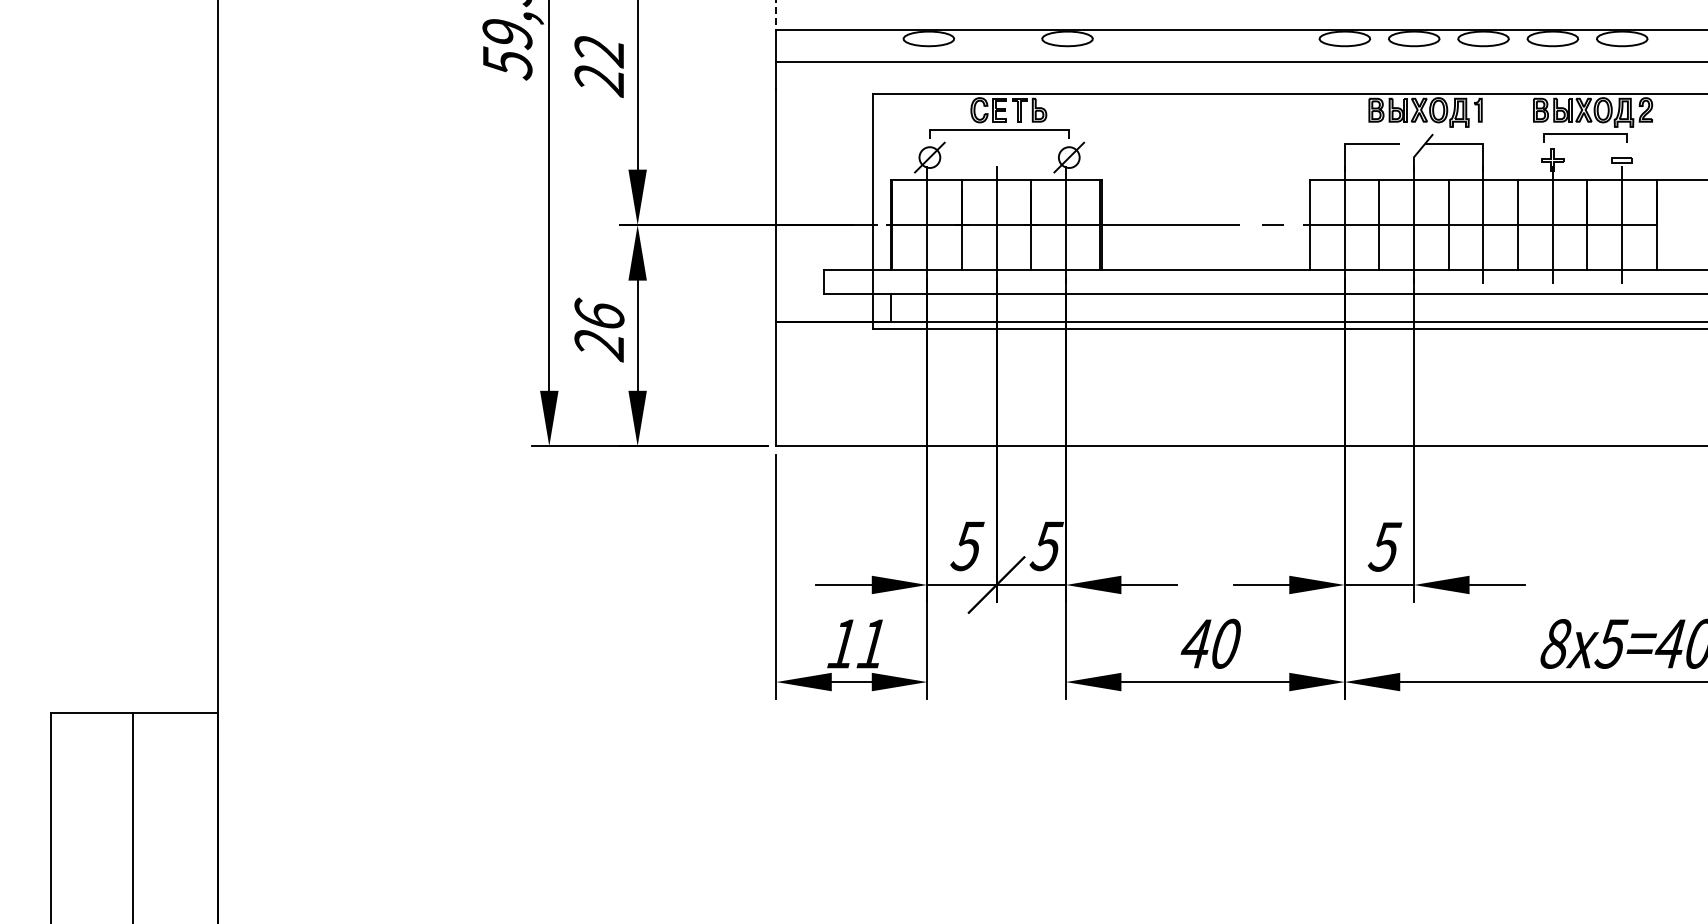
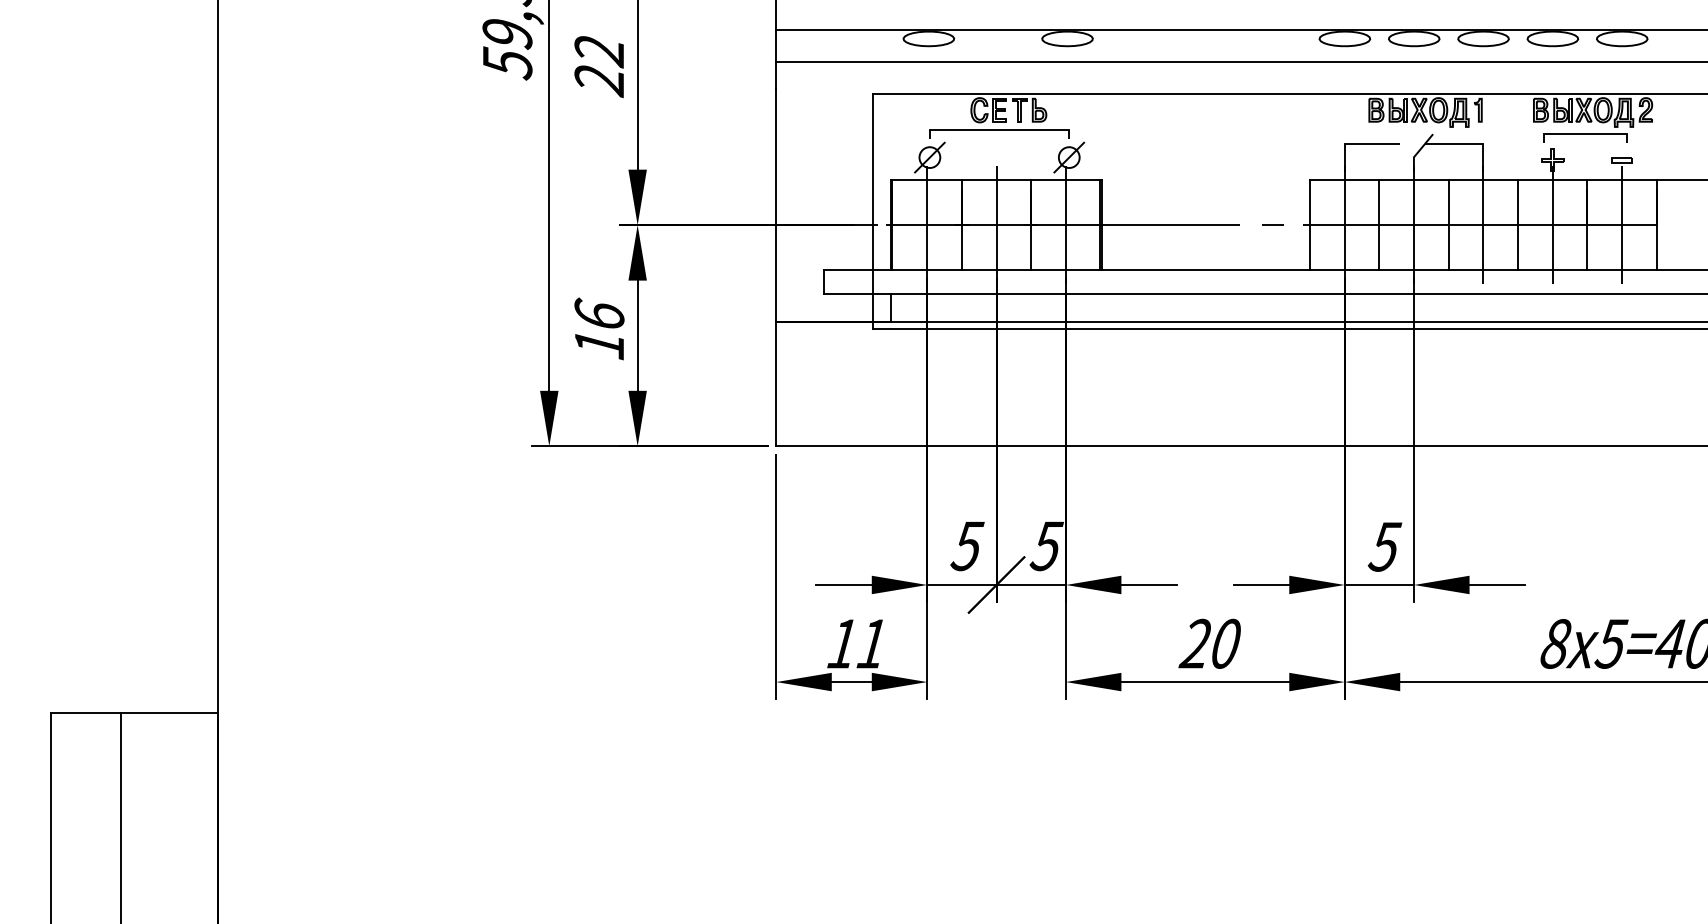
line at (776, 15): dashed -> solid
text at (598, 346): 26 -> 16
text at (1194, 643): 40 -> 20
line at (132, 816) position: (132, 816) -> (120, 816)
